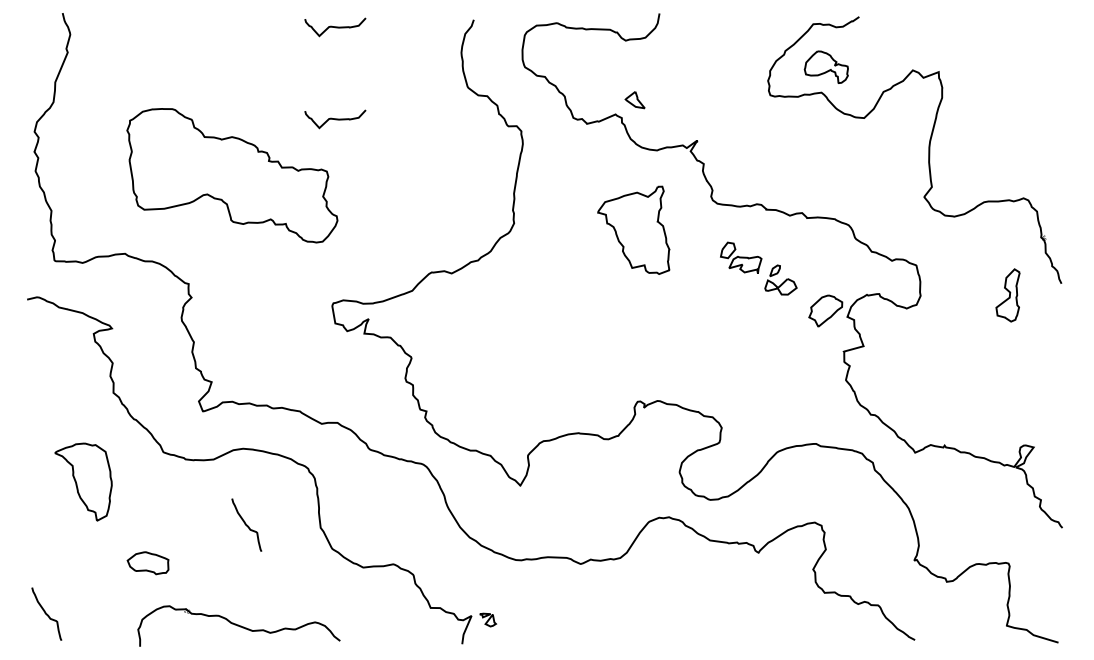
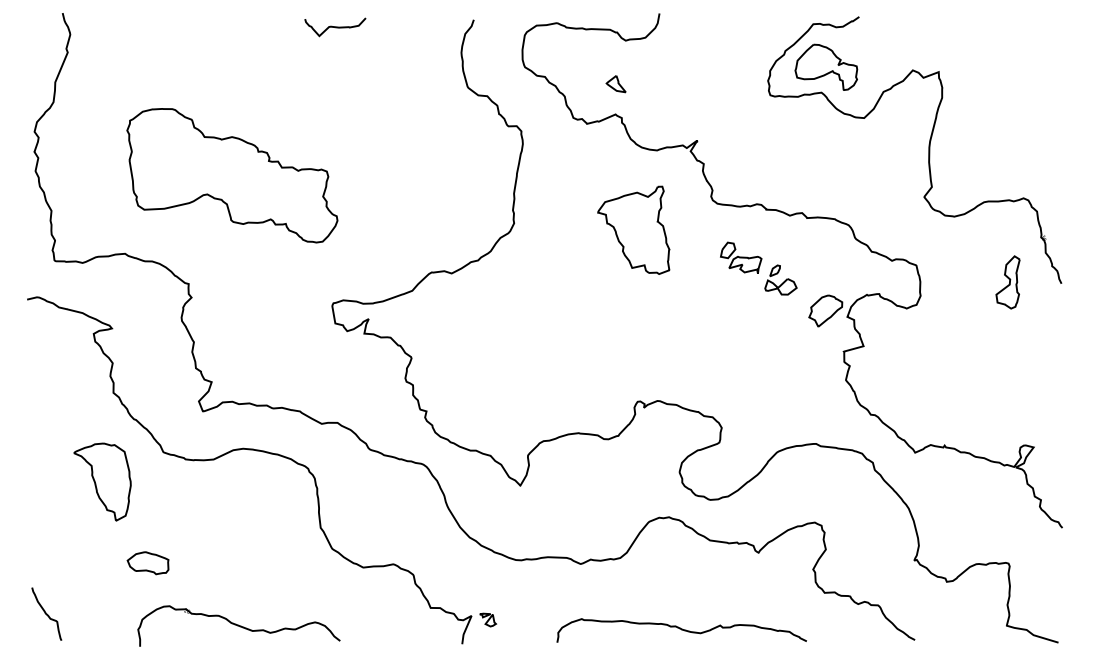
part at (825, 66) size: 46x34 px -> 65x48 px
part at (634, 100) position: (634, 100) -> (615, 84)
curve at (335, 119): present -> none
part at (1007, 295) position: (1007, 295) -> (1007, 282)
part at (83, 481) position: (83, 481) -> (102, 481)
curve at (246, 524): present -> none
curve at (681, 630): none -> present
